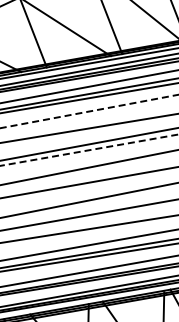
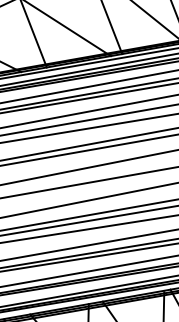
line at (89, 111): dashed -> solid
line at (88, 119): none -> present
line at (89, 150): dashed -> solid
line at (88, 220): none -> present
